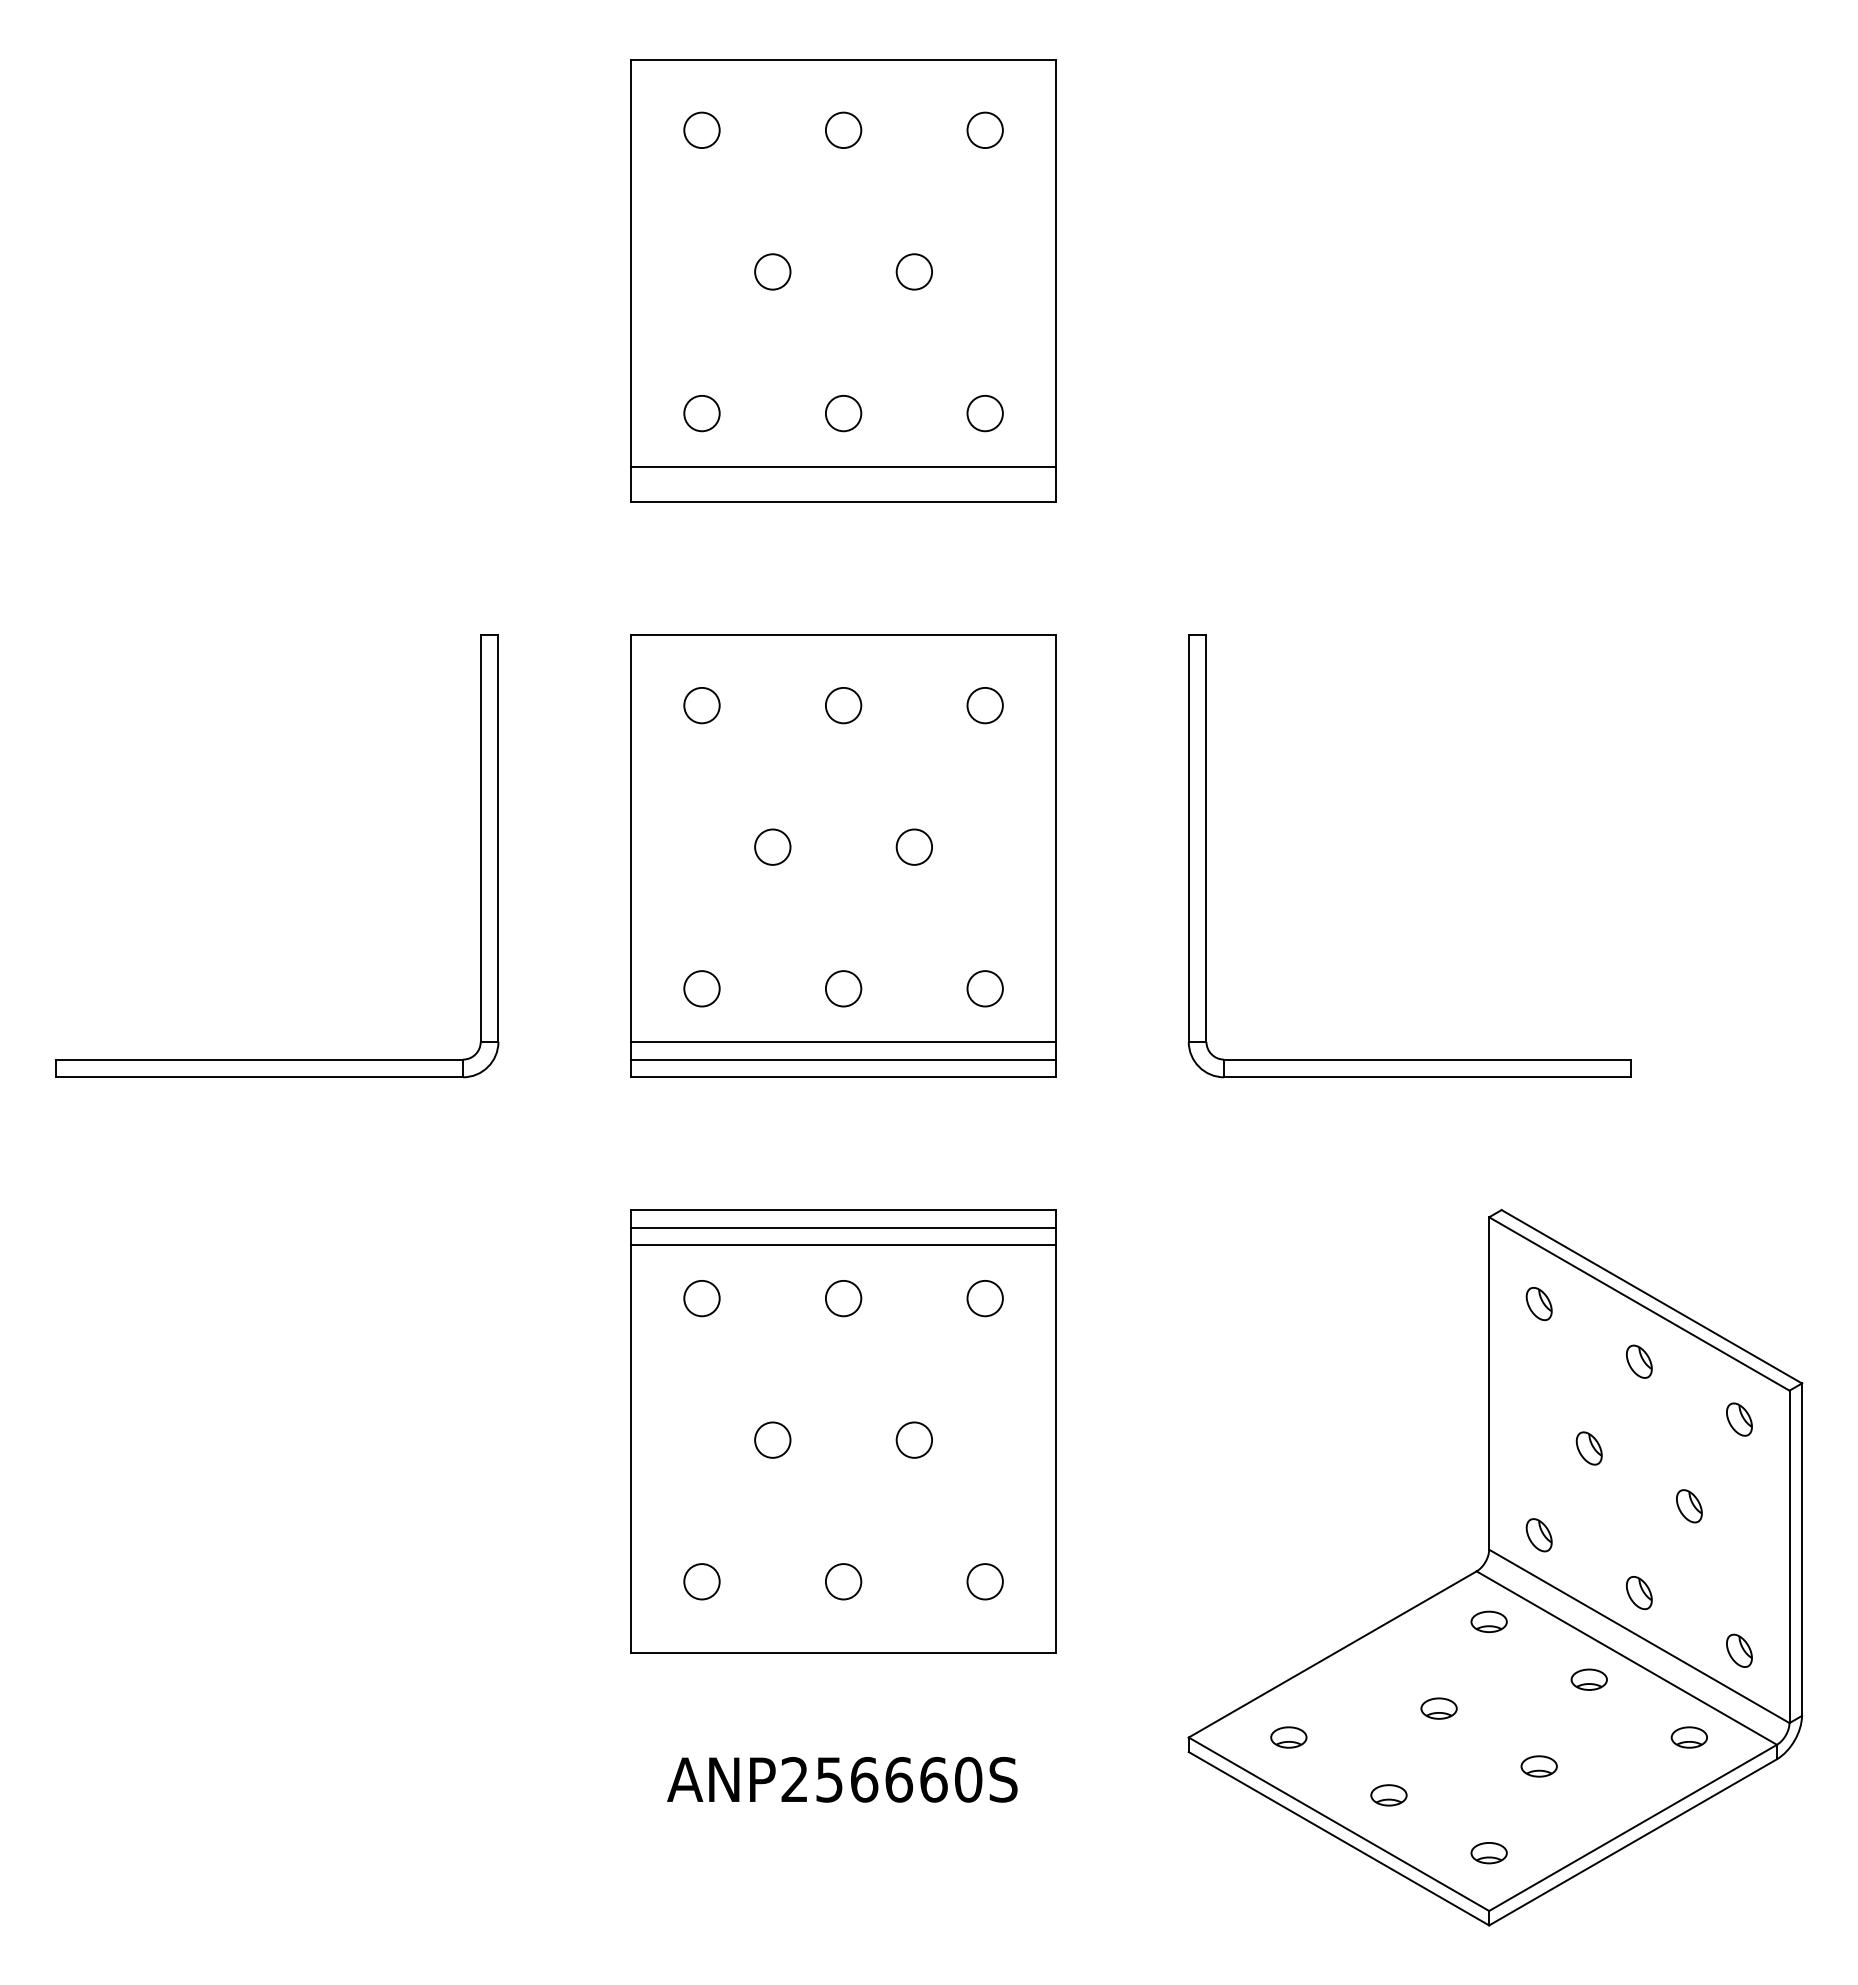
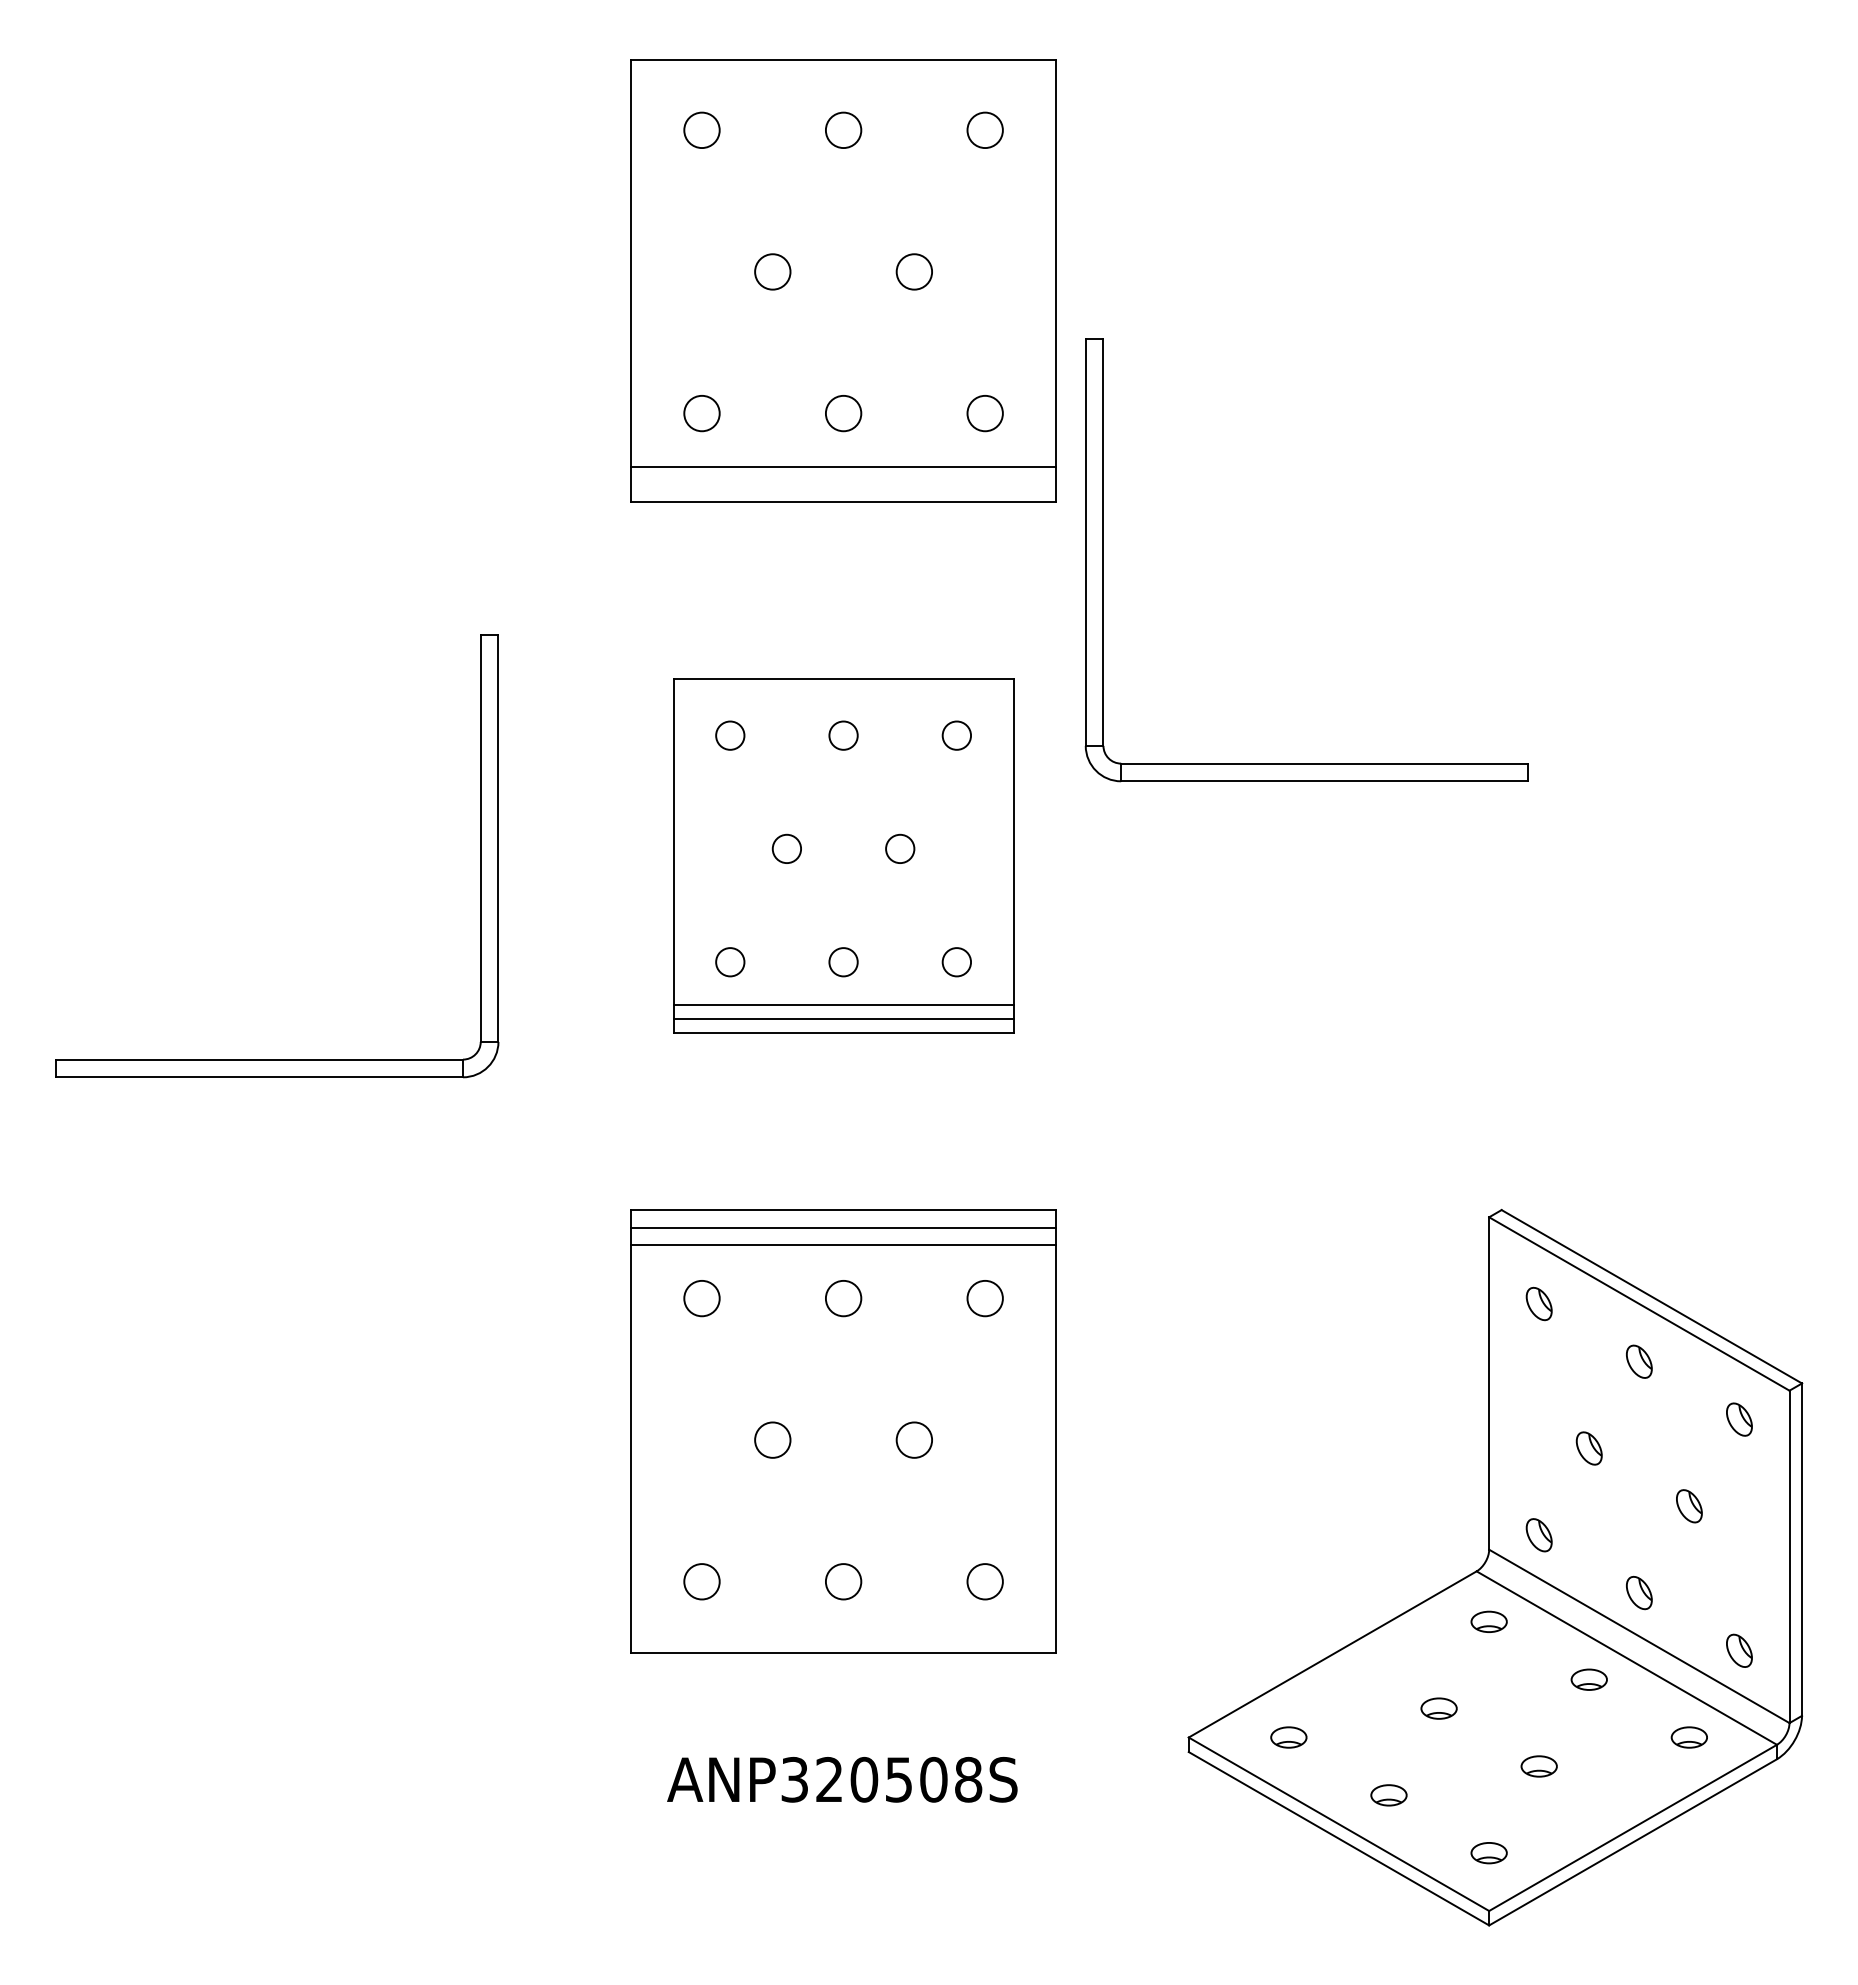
part at (843, 855) size: 427x444 px -> 342x356 px
part at (1206, 856) position: (1206, 856) -> (1103, 560)
text at (881, 1779): ANP256660S -> ANP320508S
